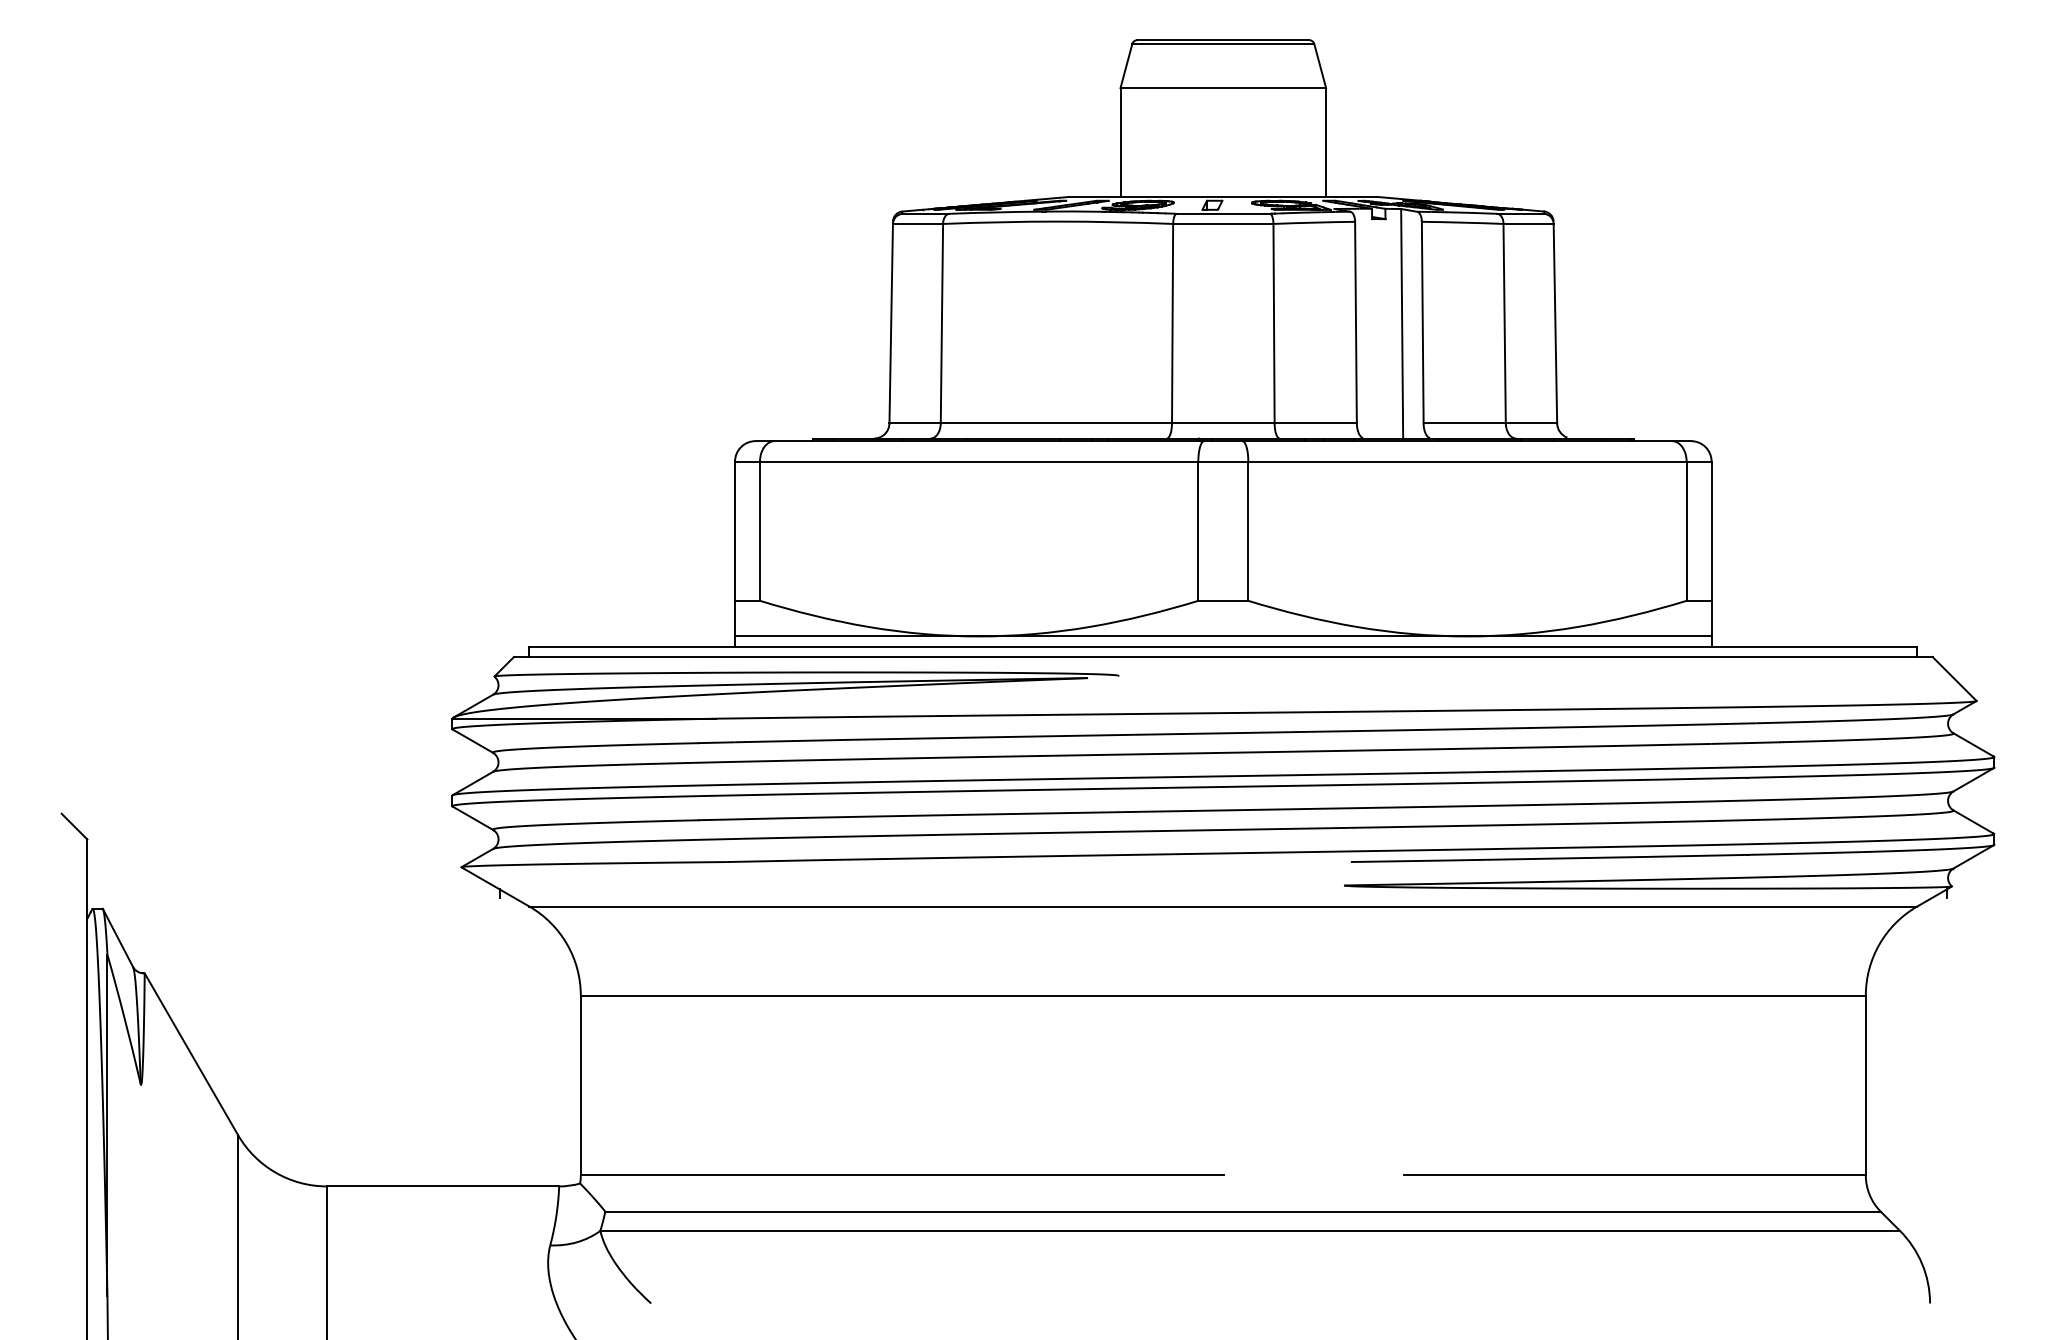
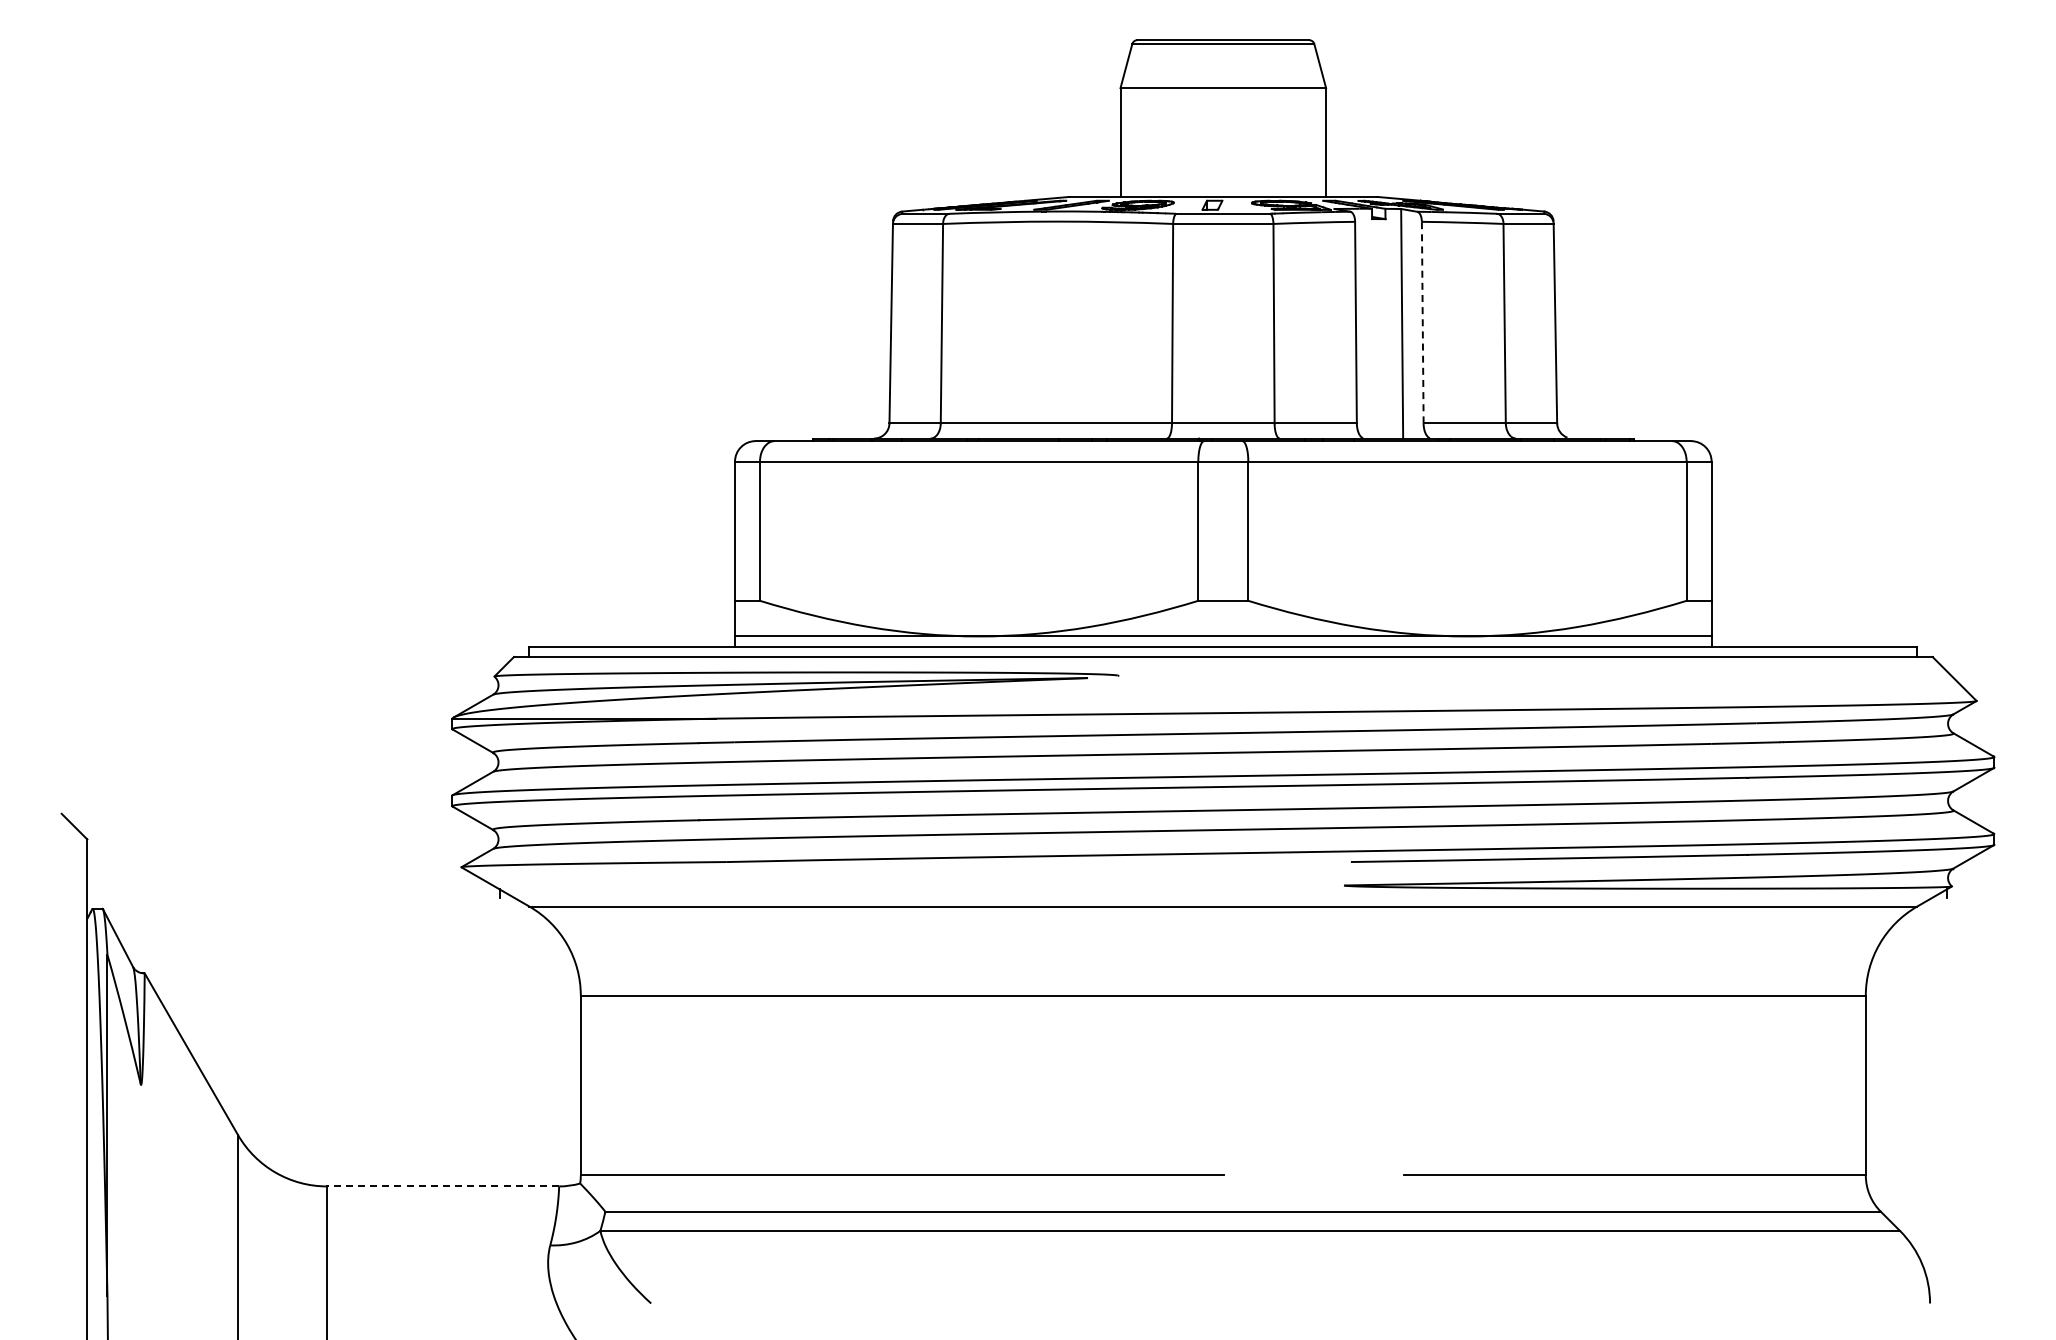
line at (1422, 322): solid -> dashed
line at (442, 1186): solid -> dashed
